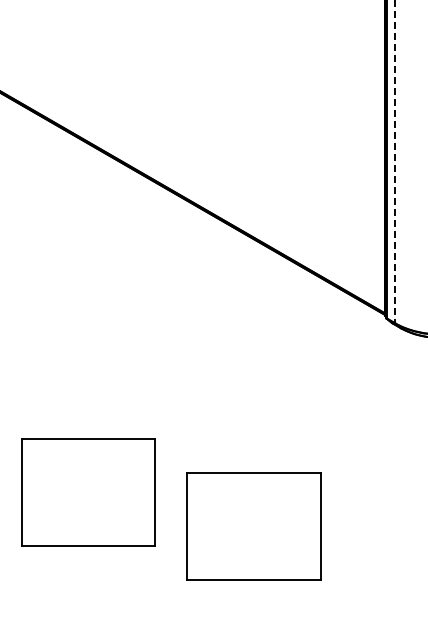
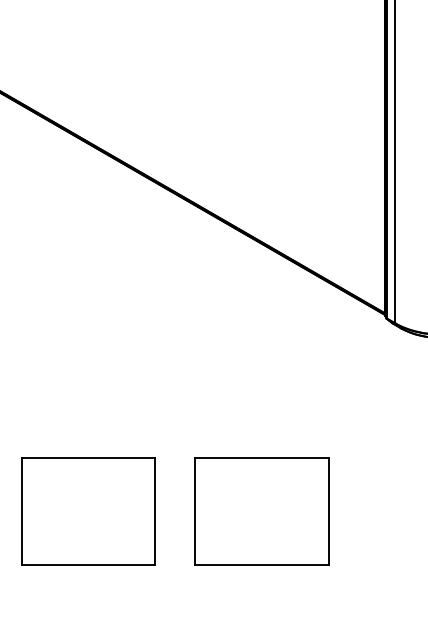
line at (395, 162): dashed -> solid
part at (88, 492) position: (88, 492) -> (88, 511)
part at (253, 526) position: (253, 526) -> (261, 511)
